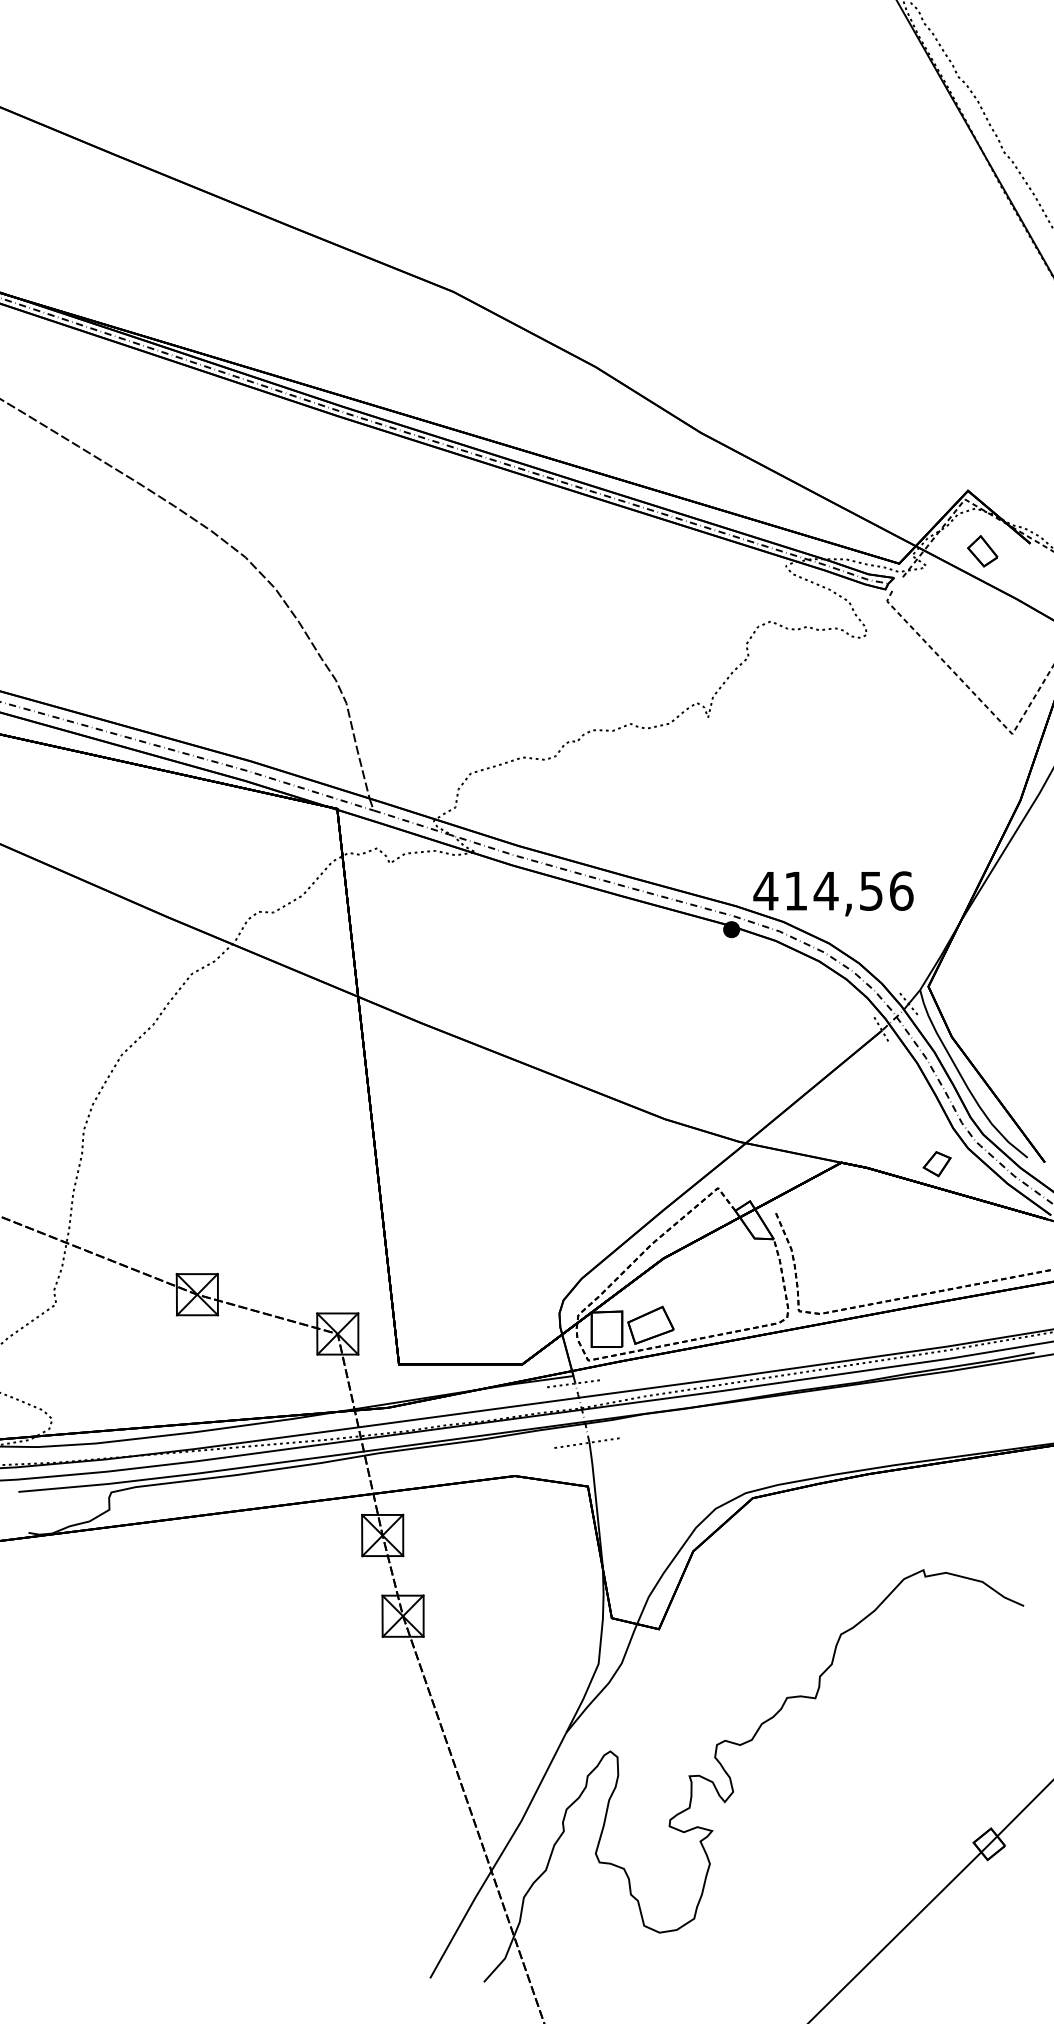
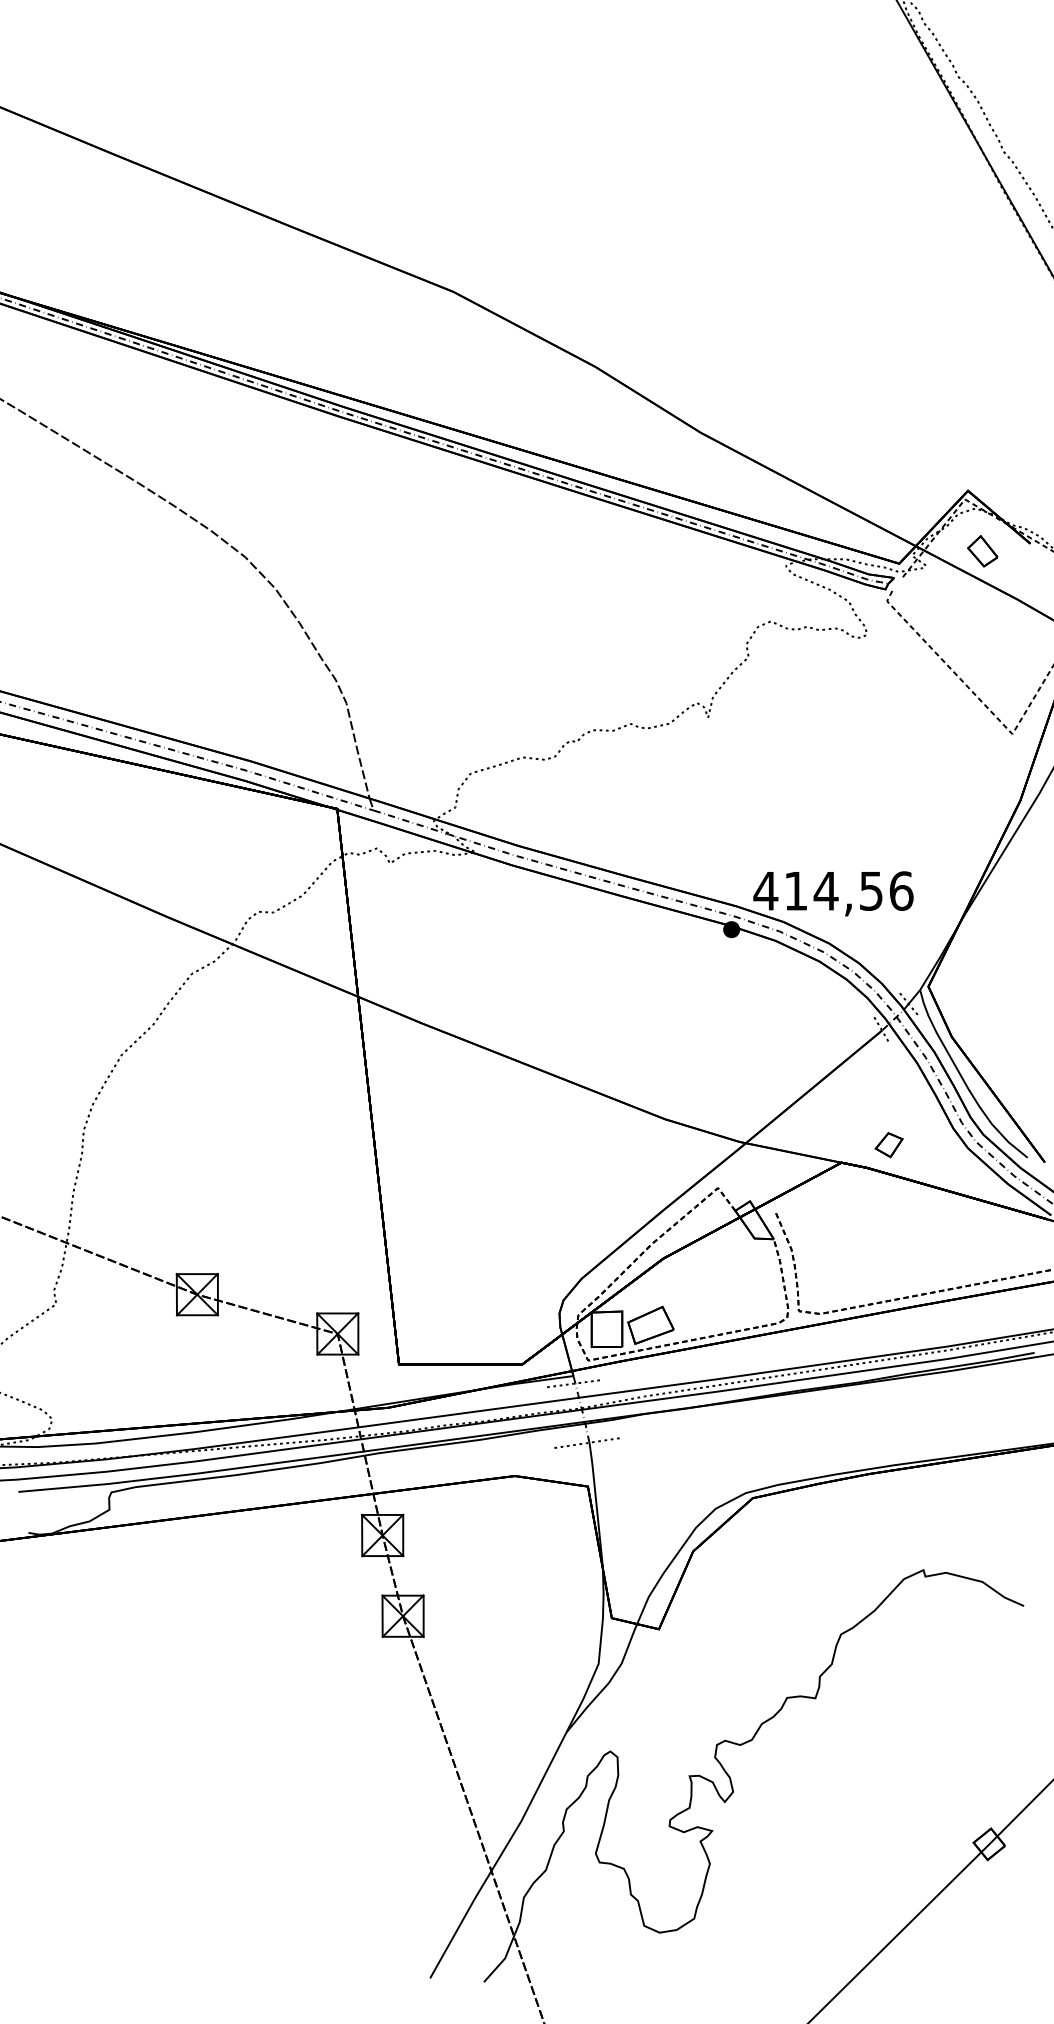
part at (936, 1164) position: (936, 1164) -> (888, 1145)
